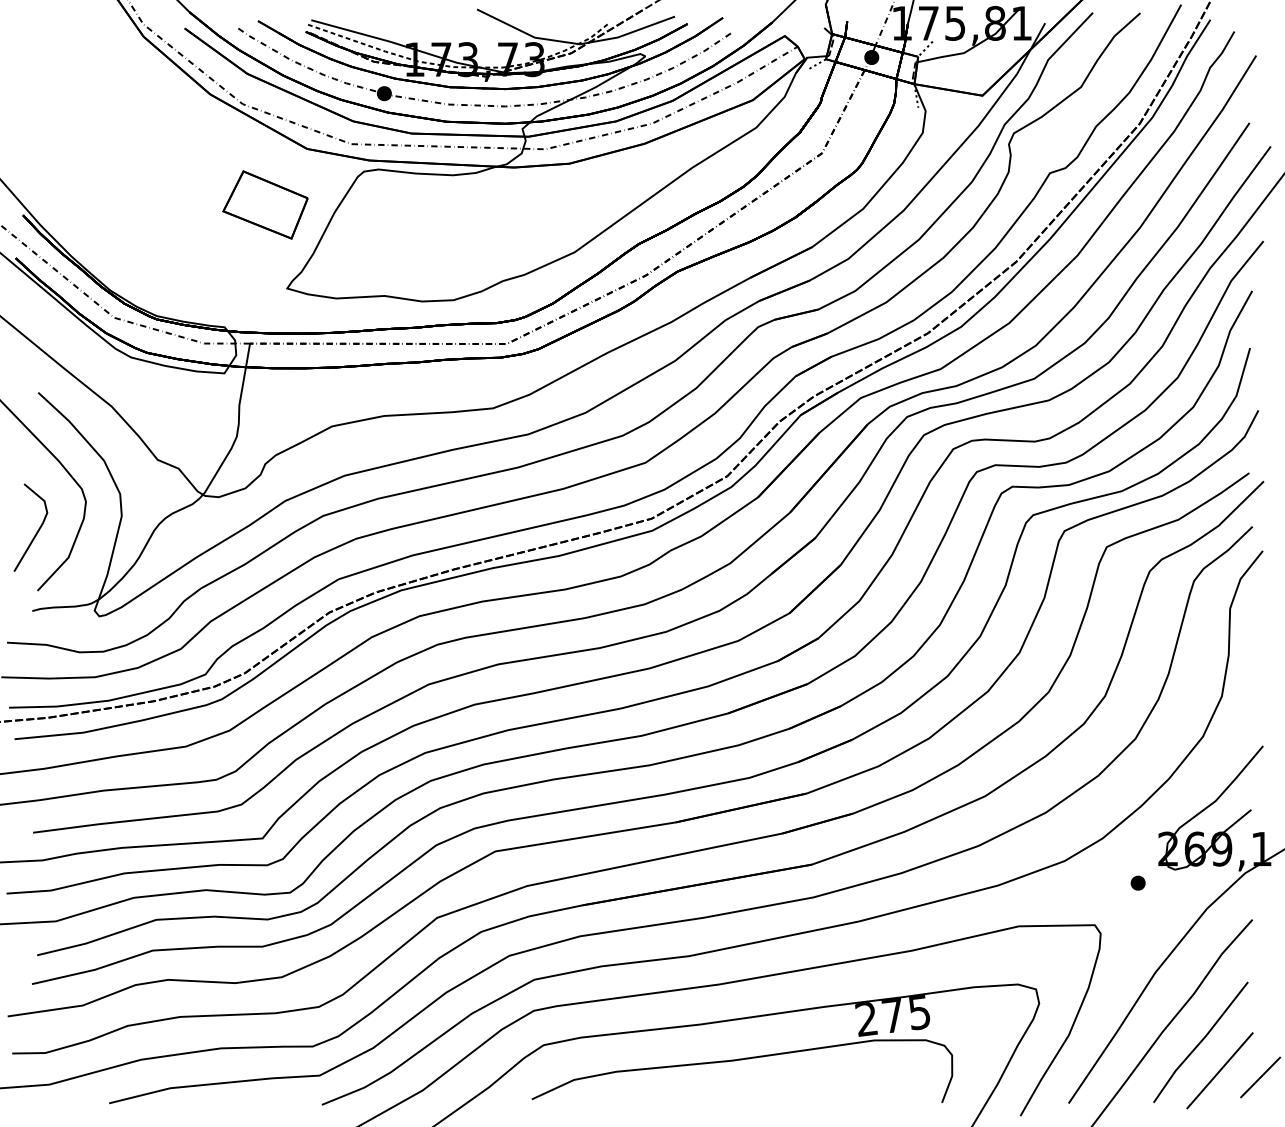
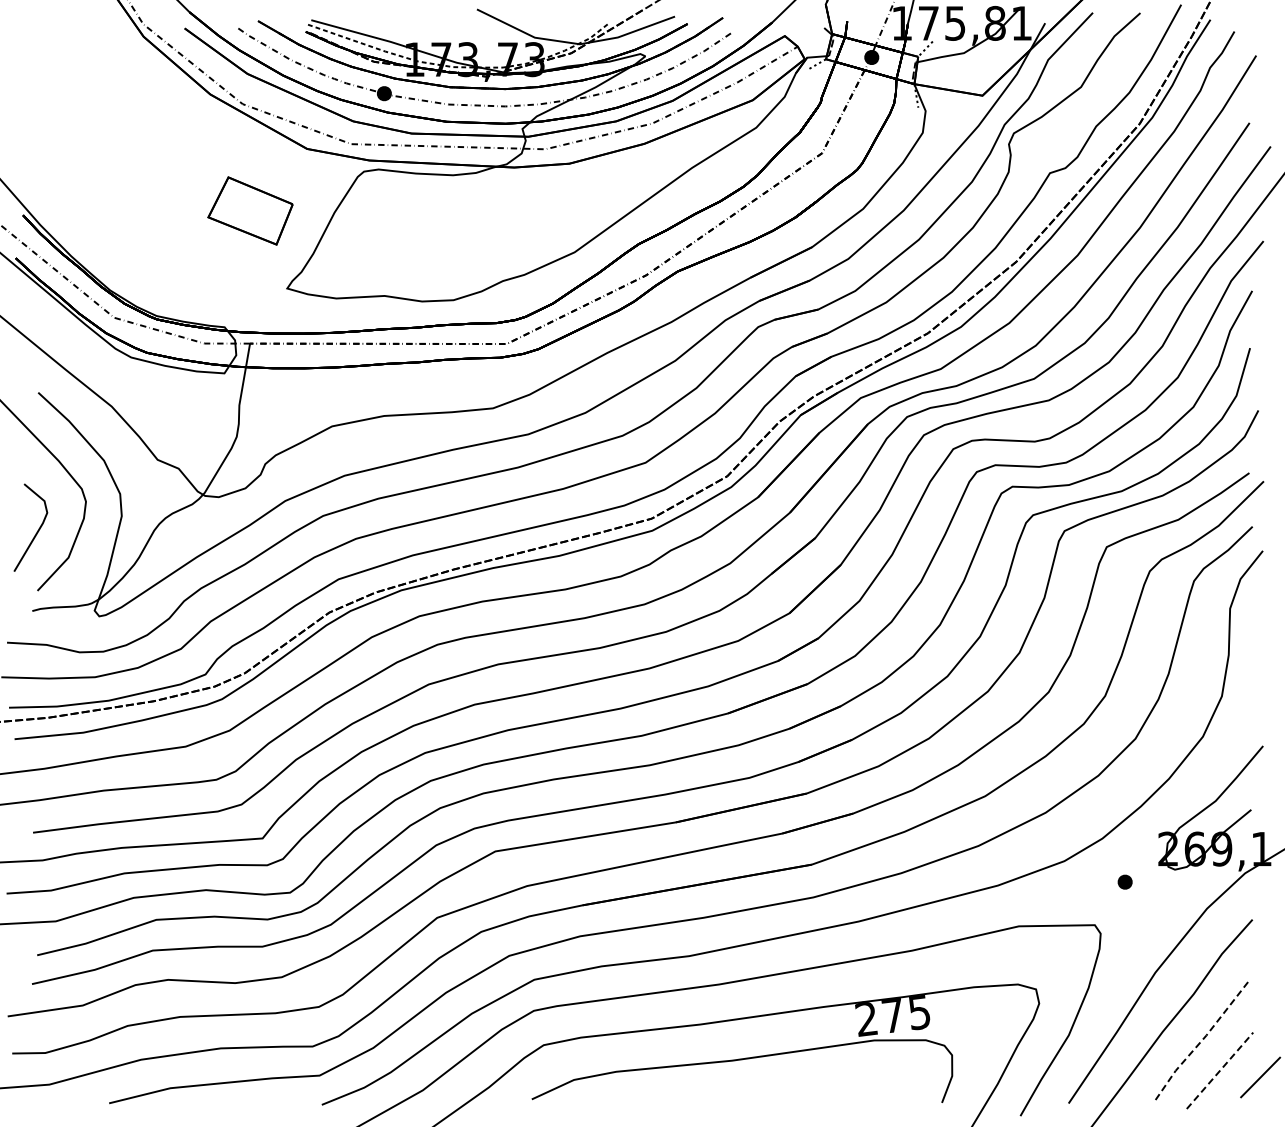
part at (265, 204) position: (265, 204) -> (250, 210)
part at (1137, 882) position: (1137, 882) -> (1124, 881)
line at (1200, 1042): solid -> dashed
line at (1220, 1070): solid -> dashed
